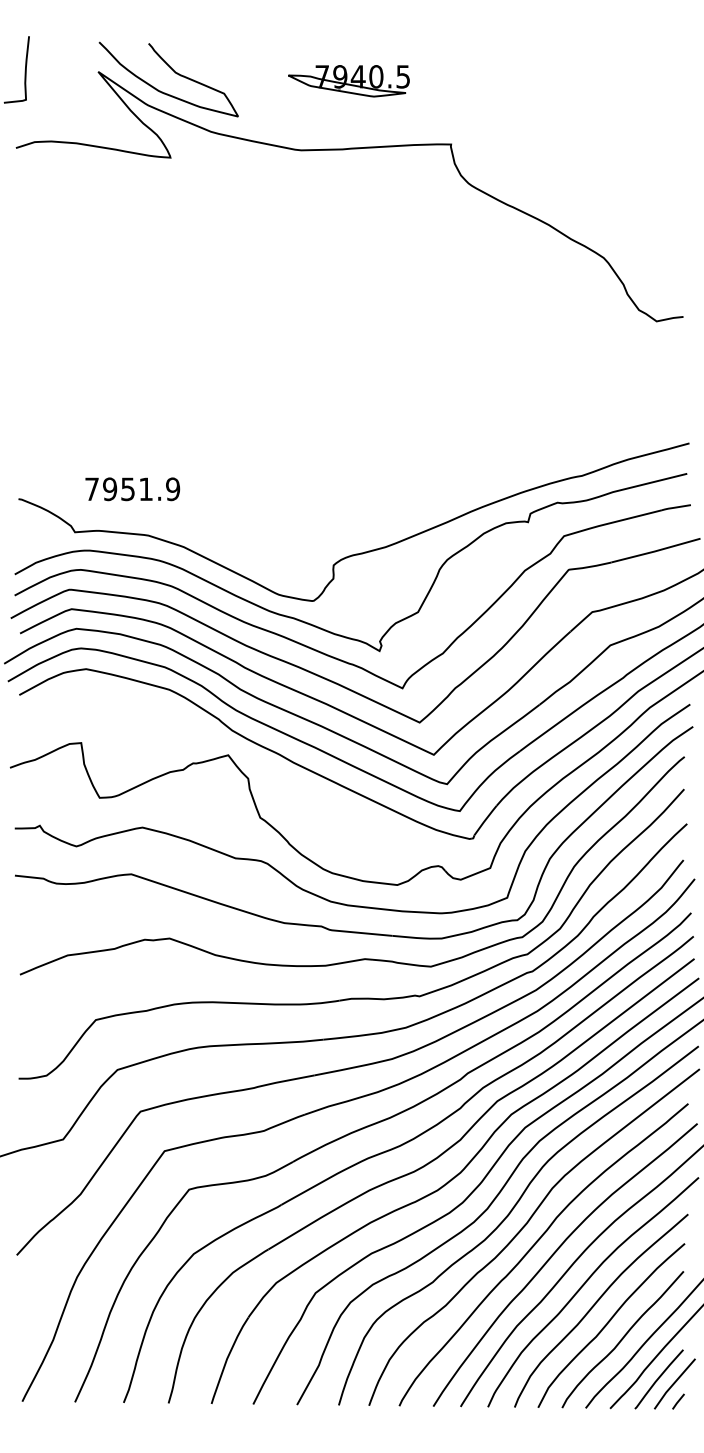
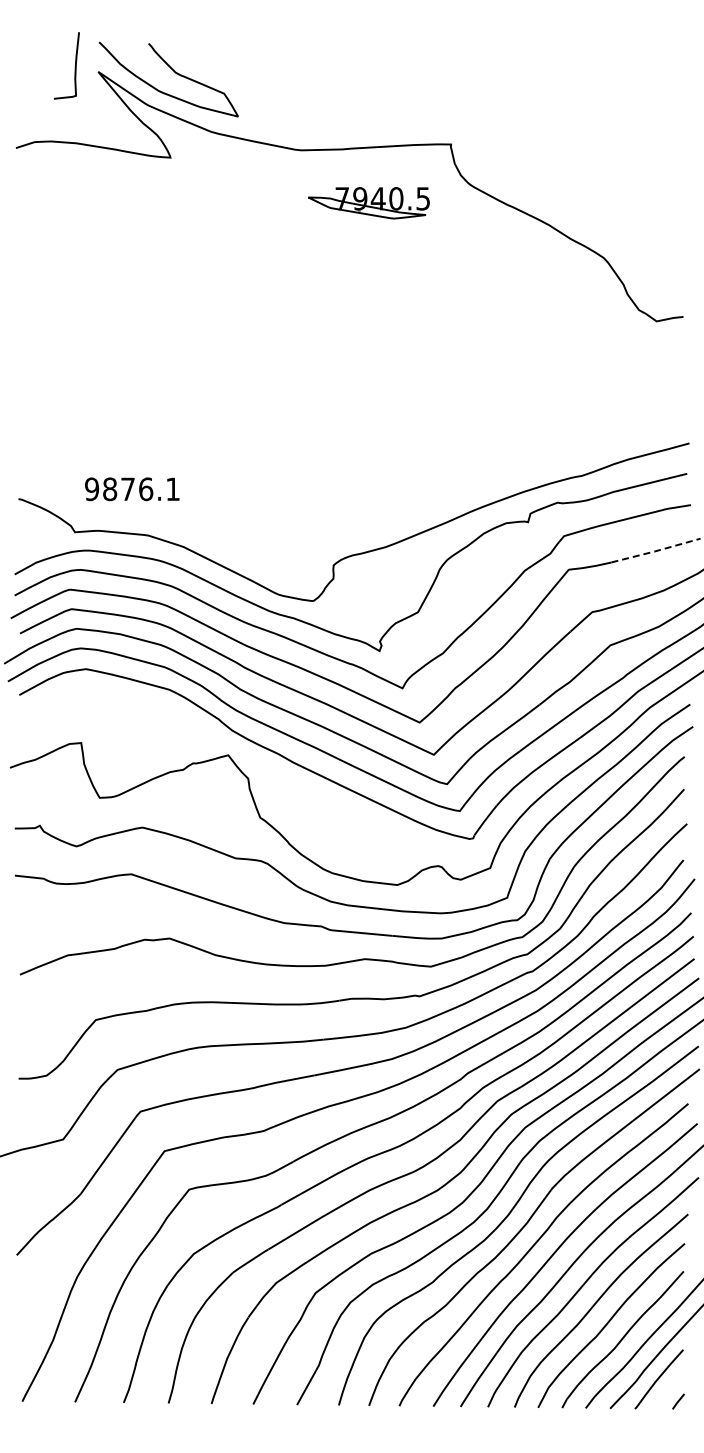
curve at (24, 70) position: (24, 70) -> (74, 66)
part at (348, 81) position: (348, 81) -> (368, 203)
text at (132, 489): 7951.9 -> 9876.1
line at (655, 551): solid -> dashed
line at (674, 1383): present -> none
